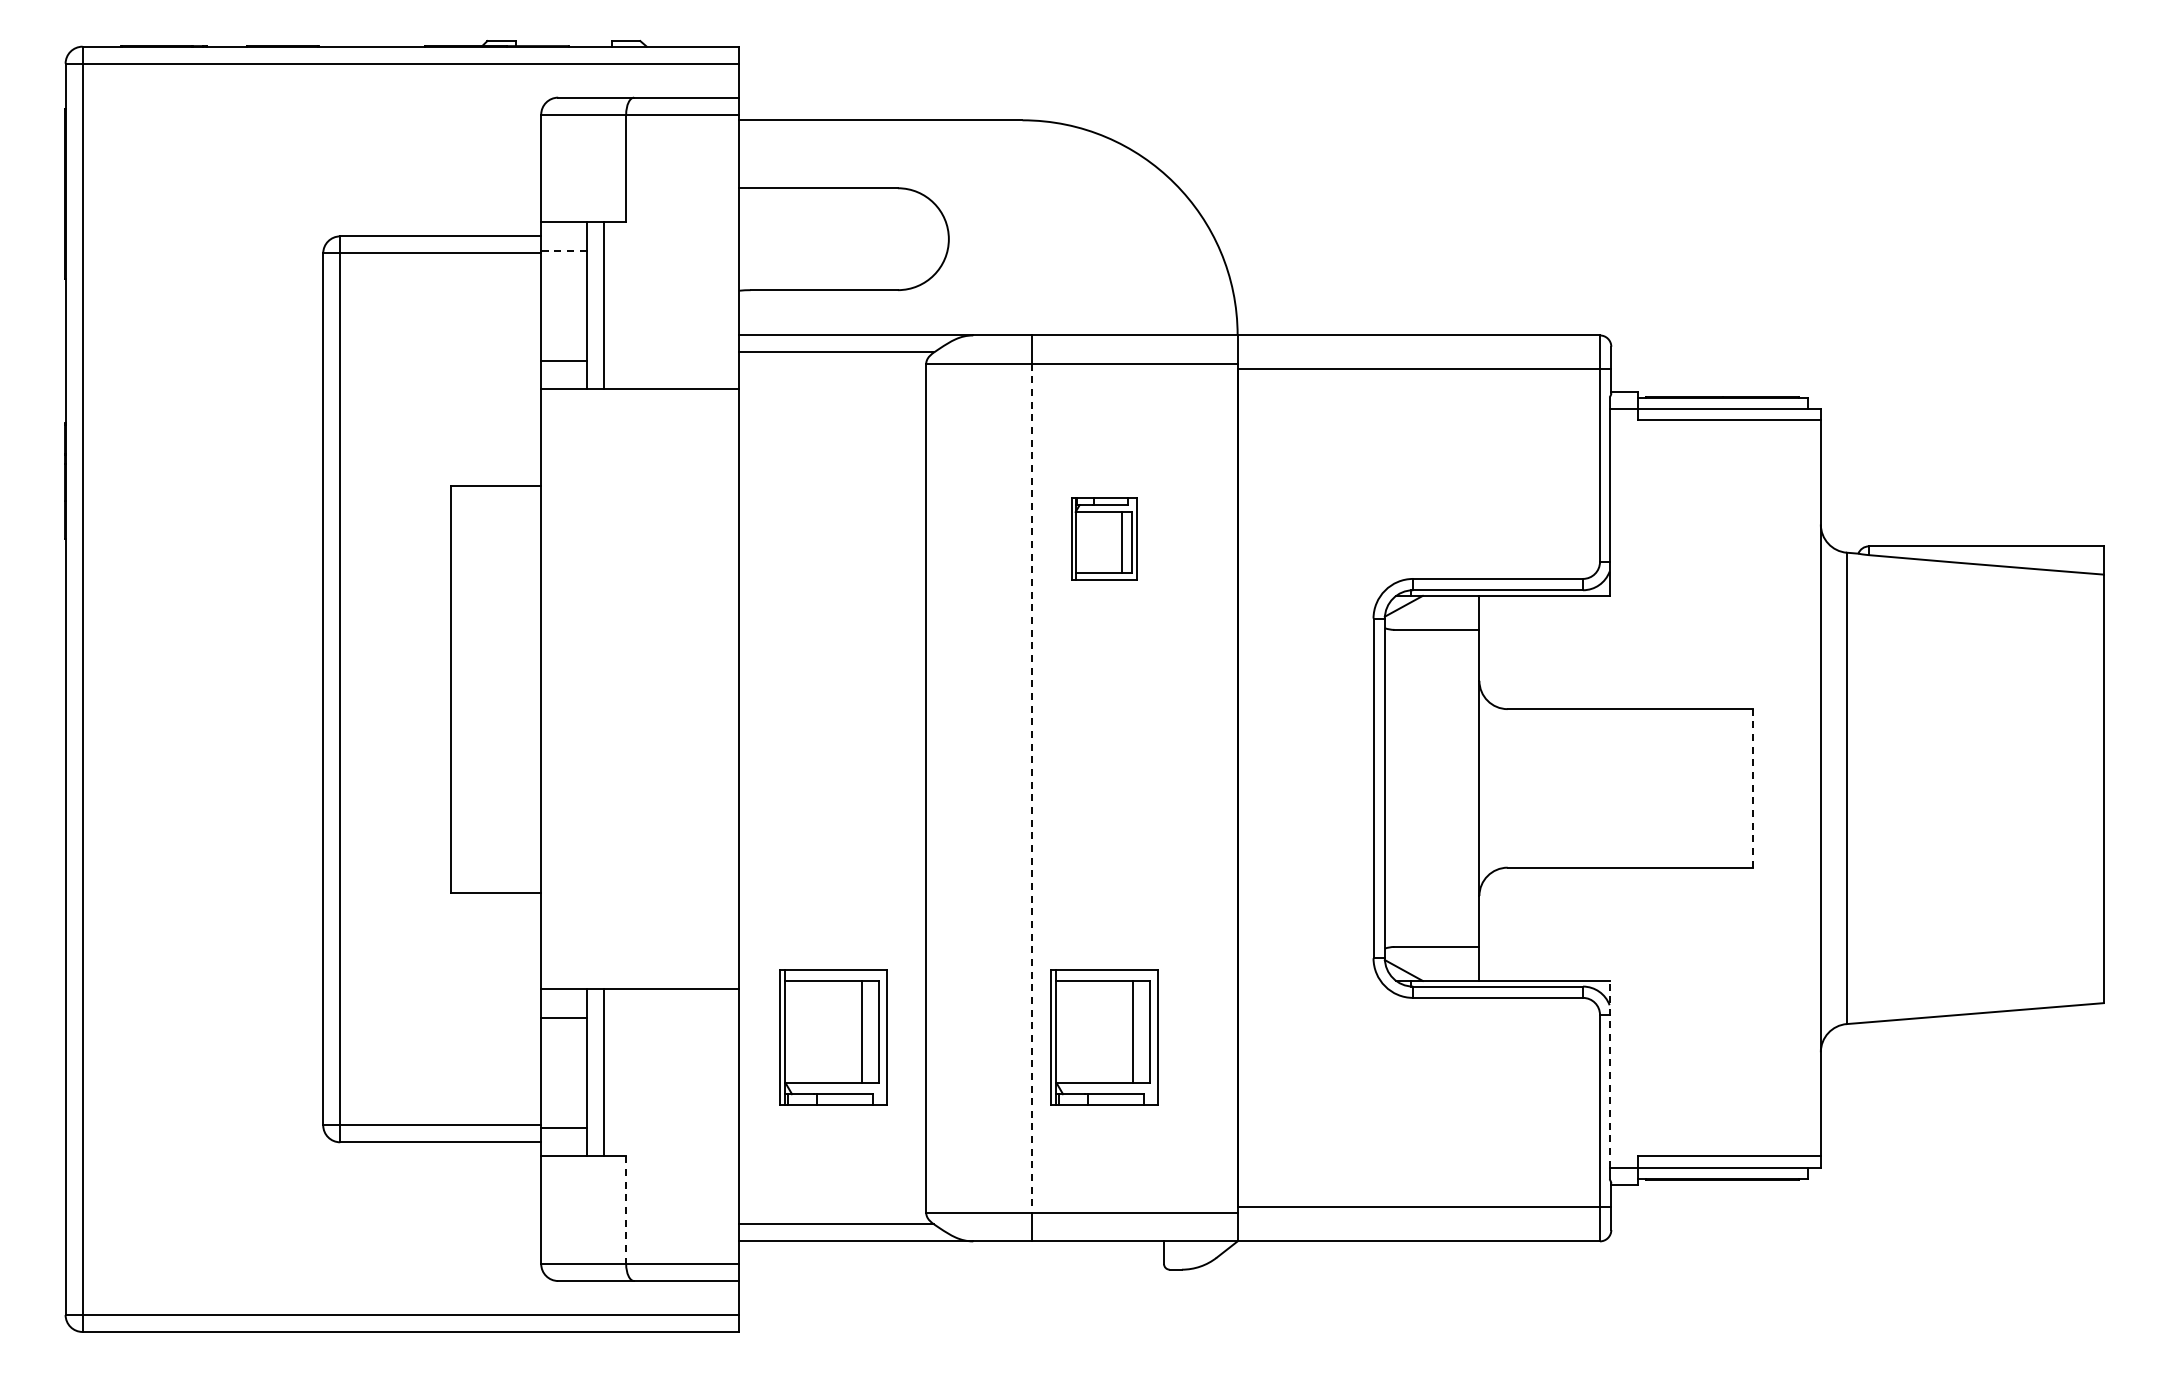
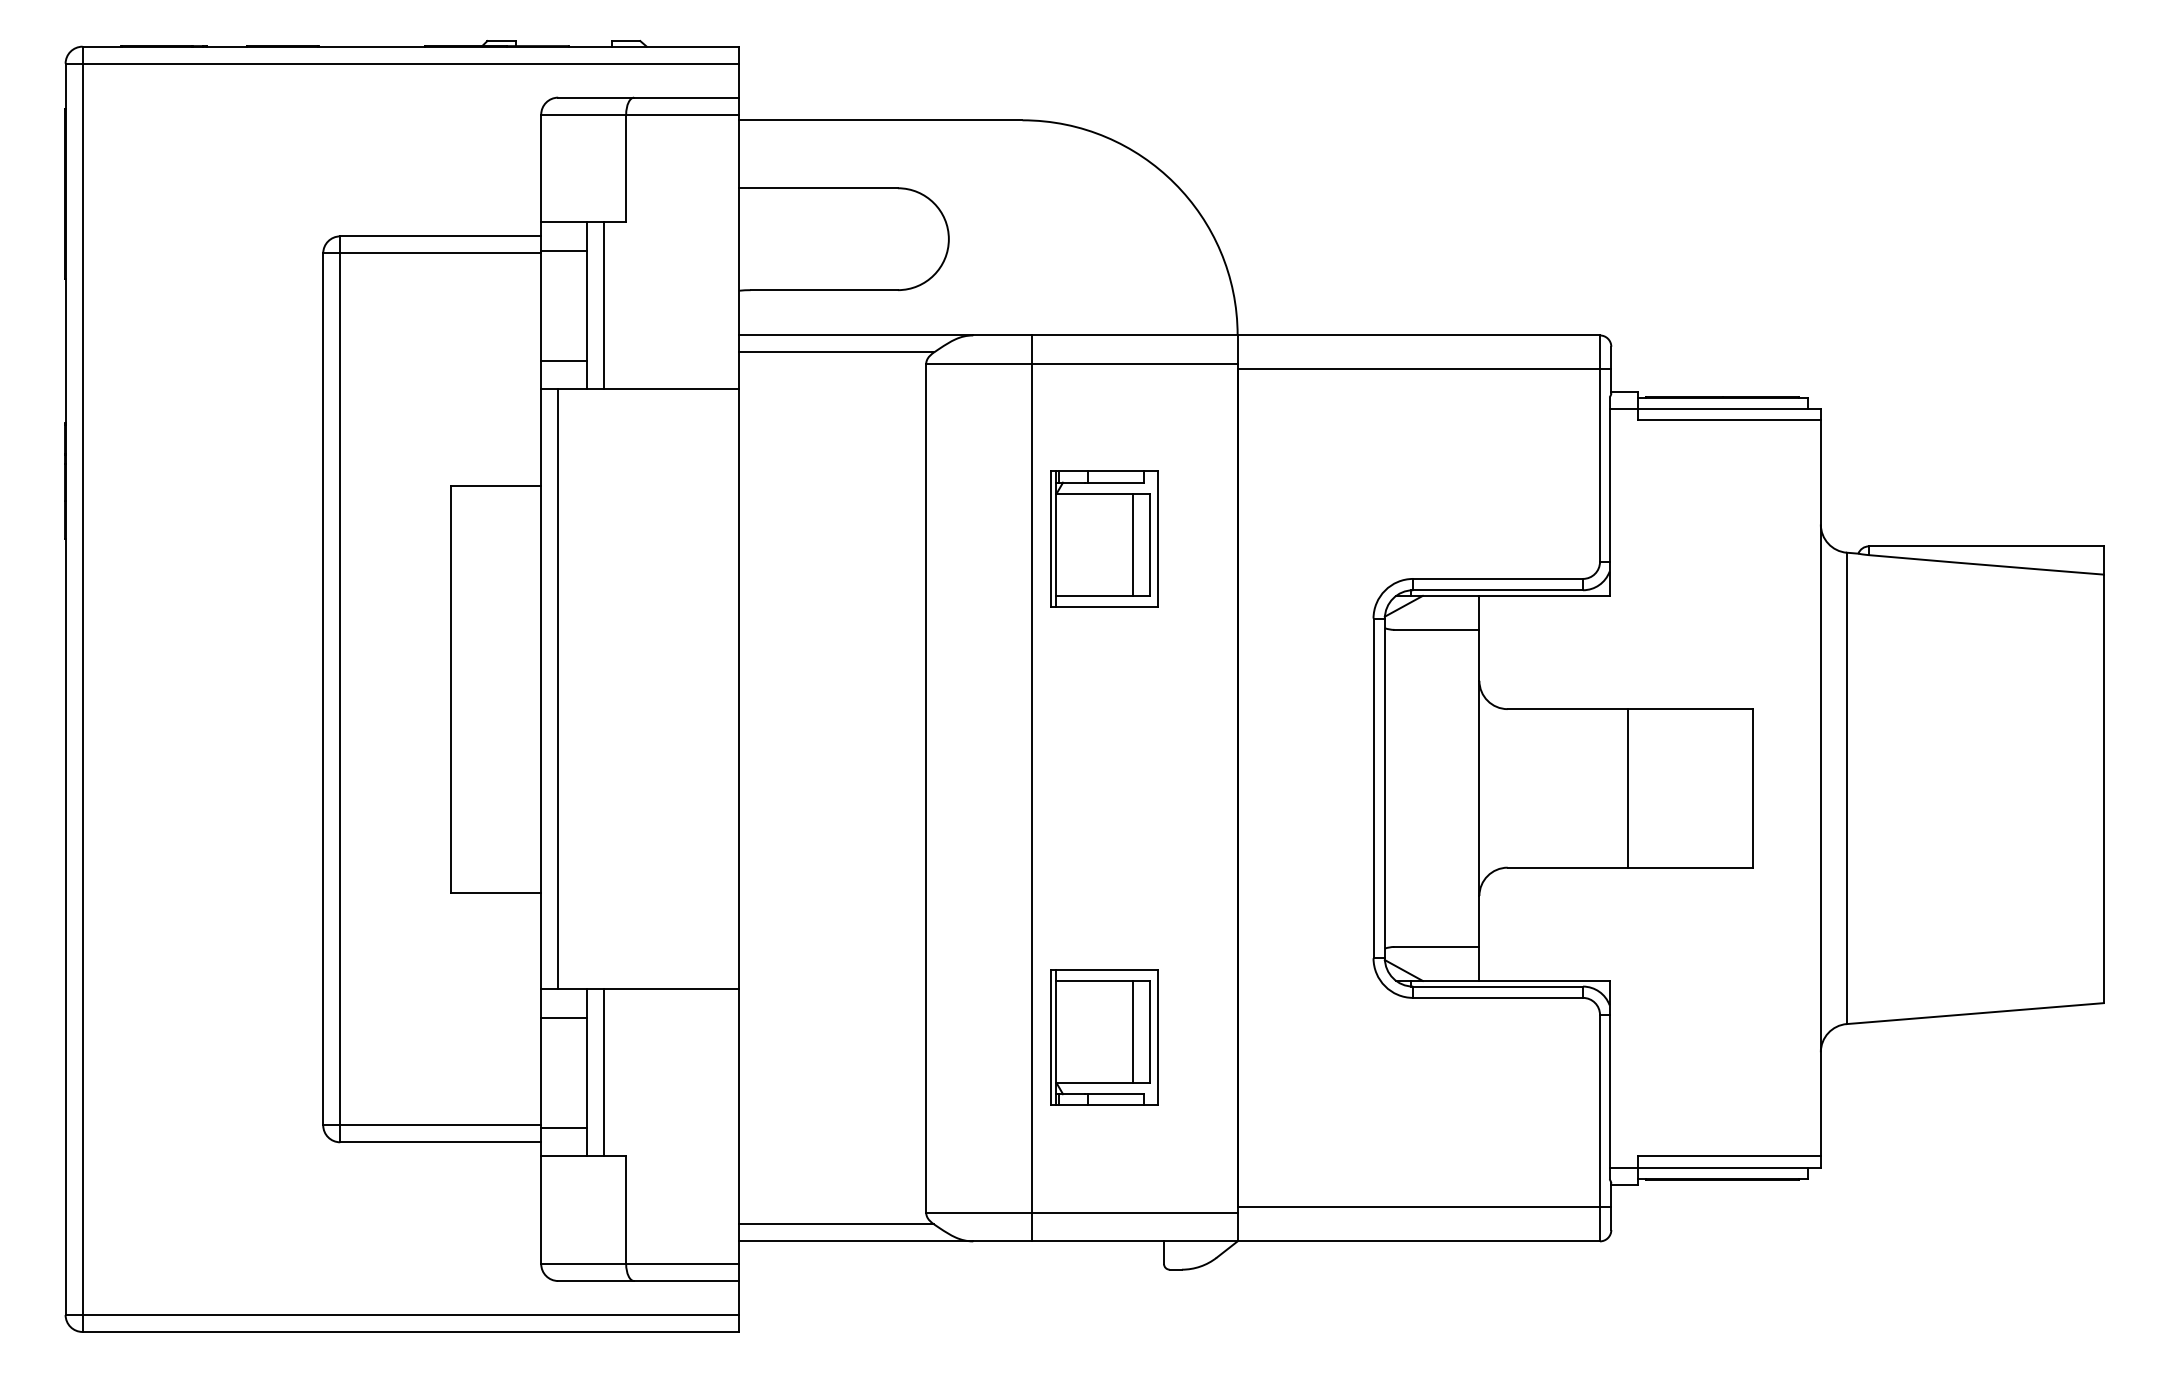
line at (563, 250): dashed -> solid
part at (1104, 538) size: 67x84 px -> 109x138 px
line at (558, 689): none -> present
line at (1752, 787): dashed -> solid
line at (1032, 788): dashed -> solid
line at (1627, 788): none -> present
part at (833, 1037): present -> none
line at (1609, 1073): dashed -> solid
line at (626, 1210): dashed -> solid
